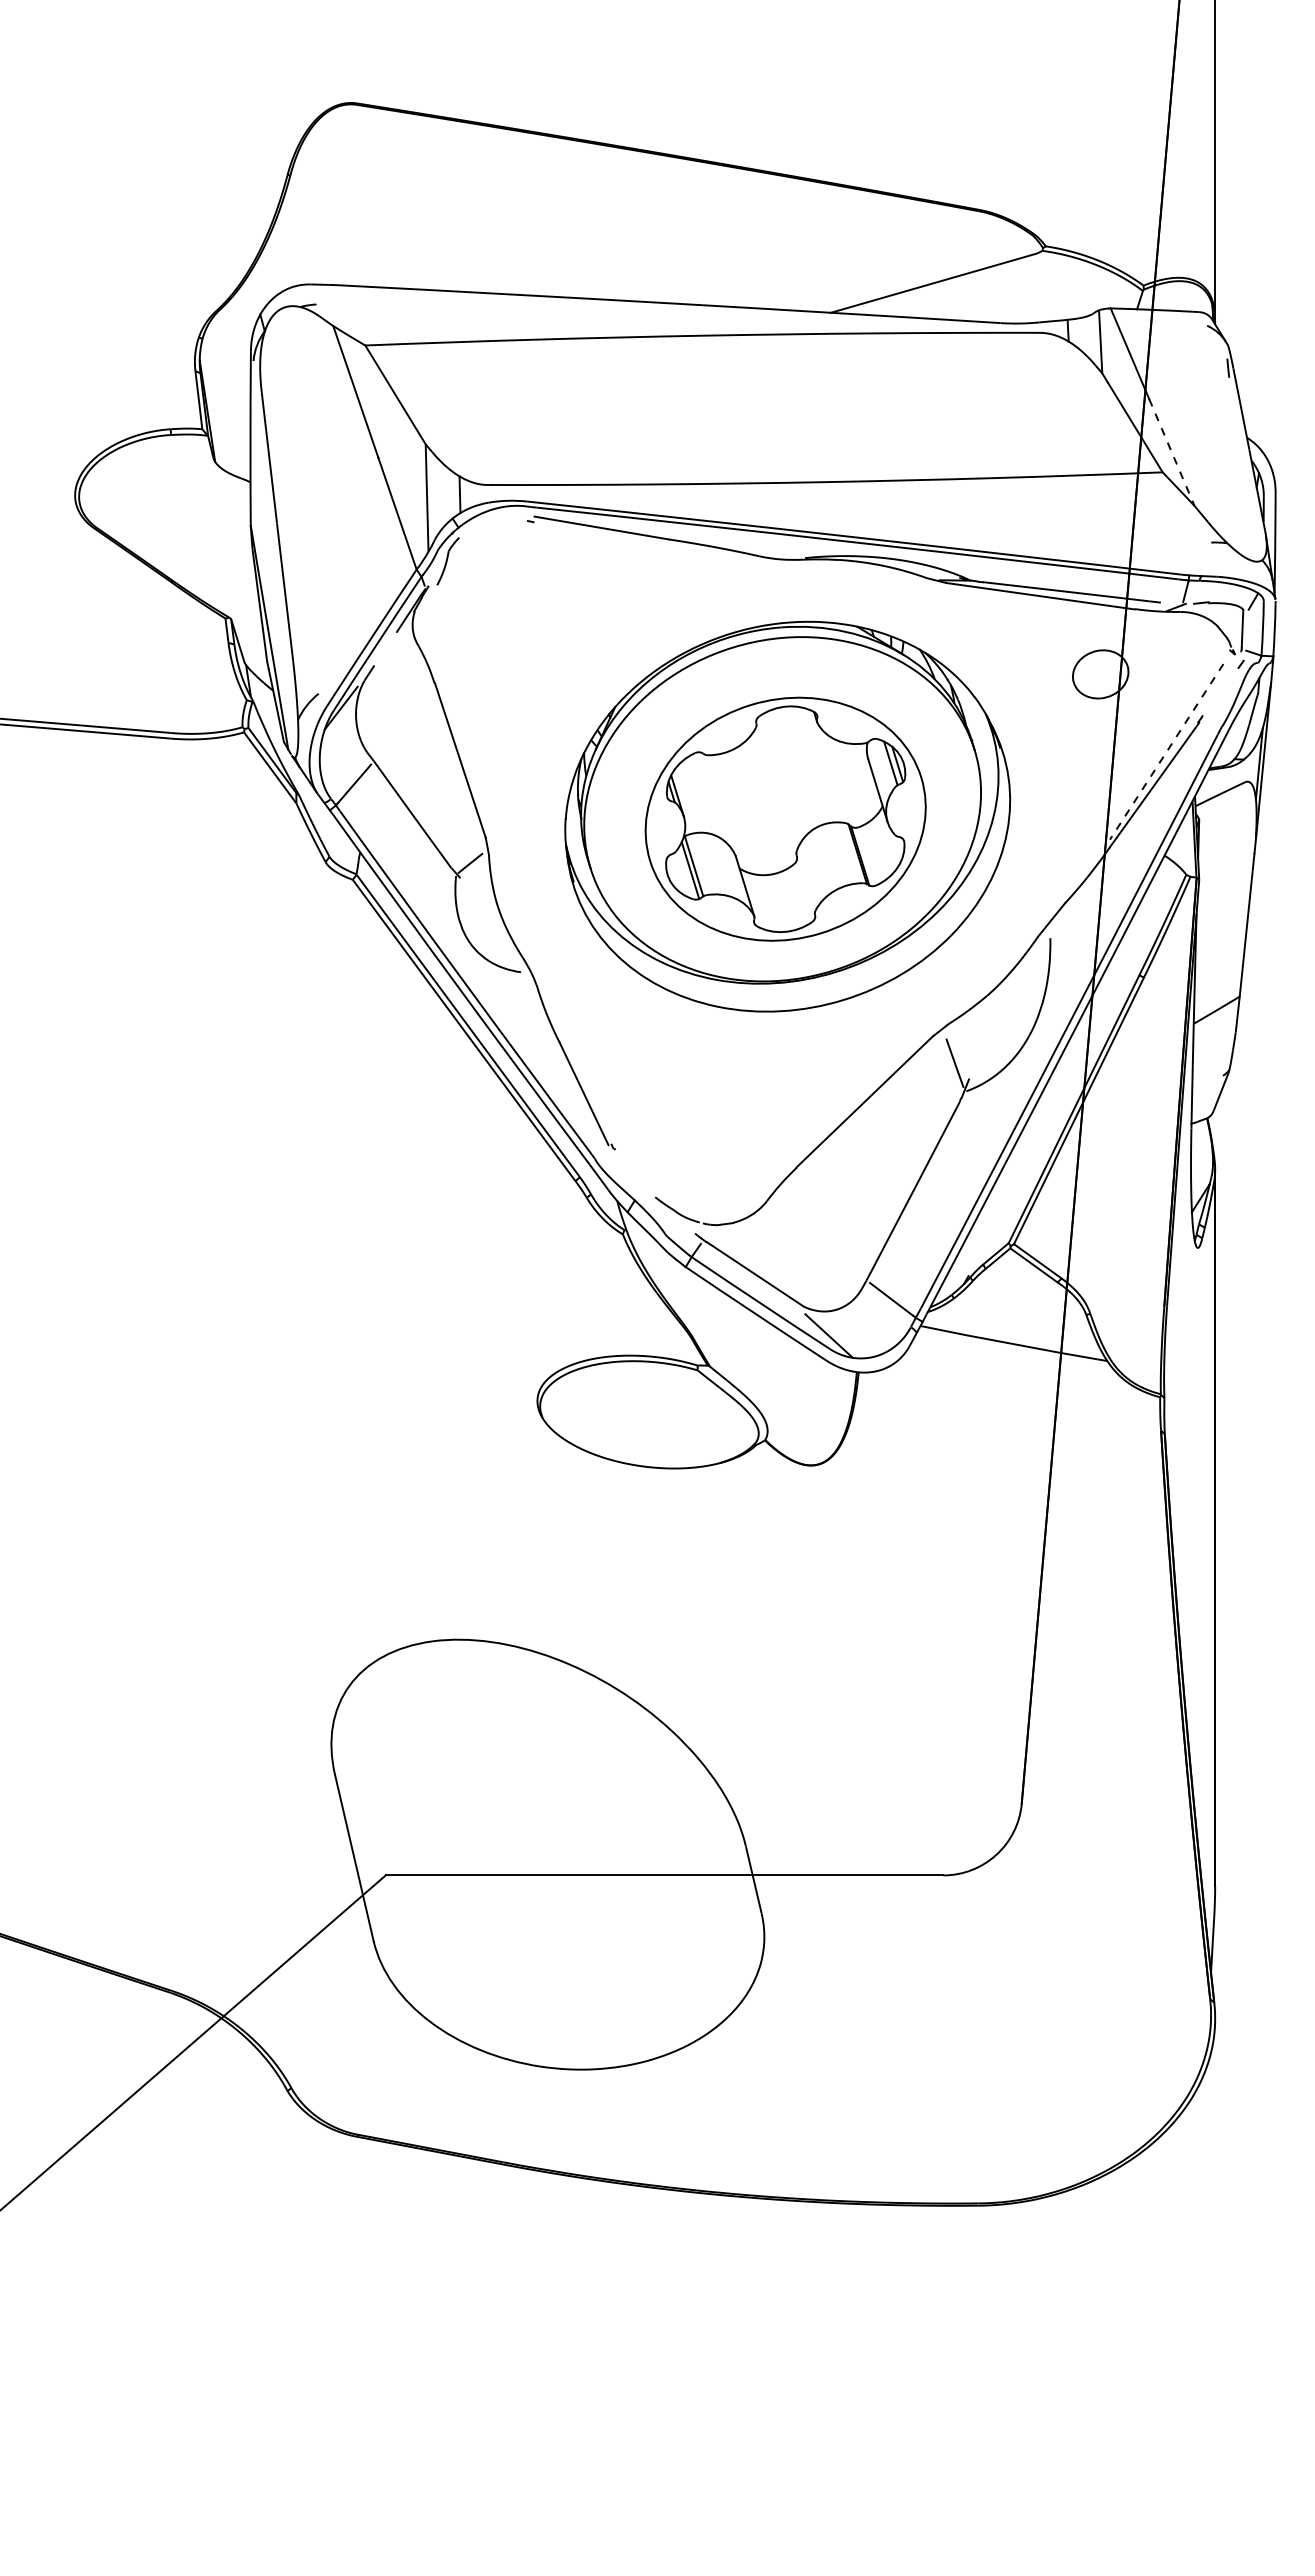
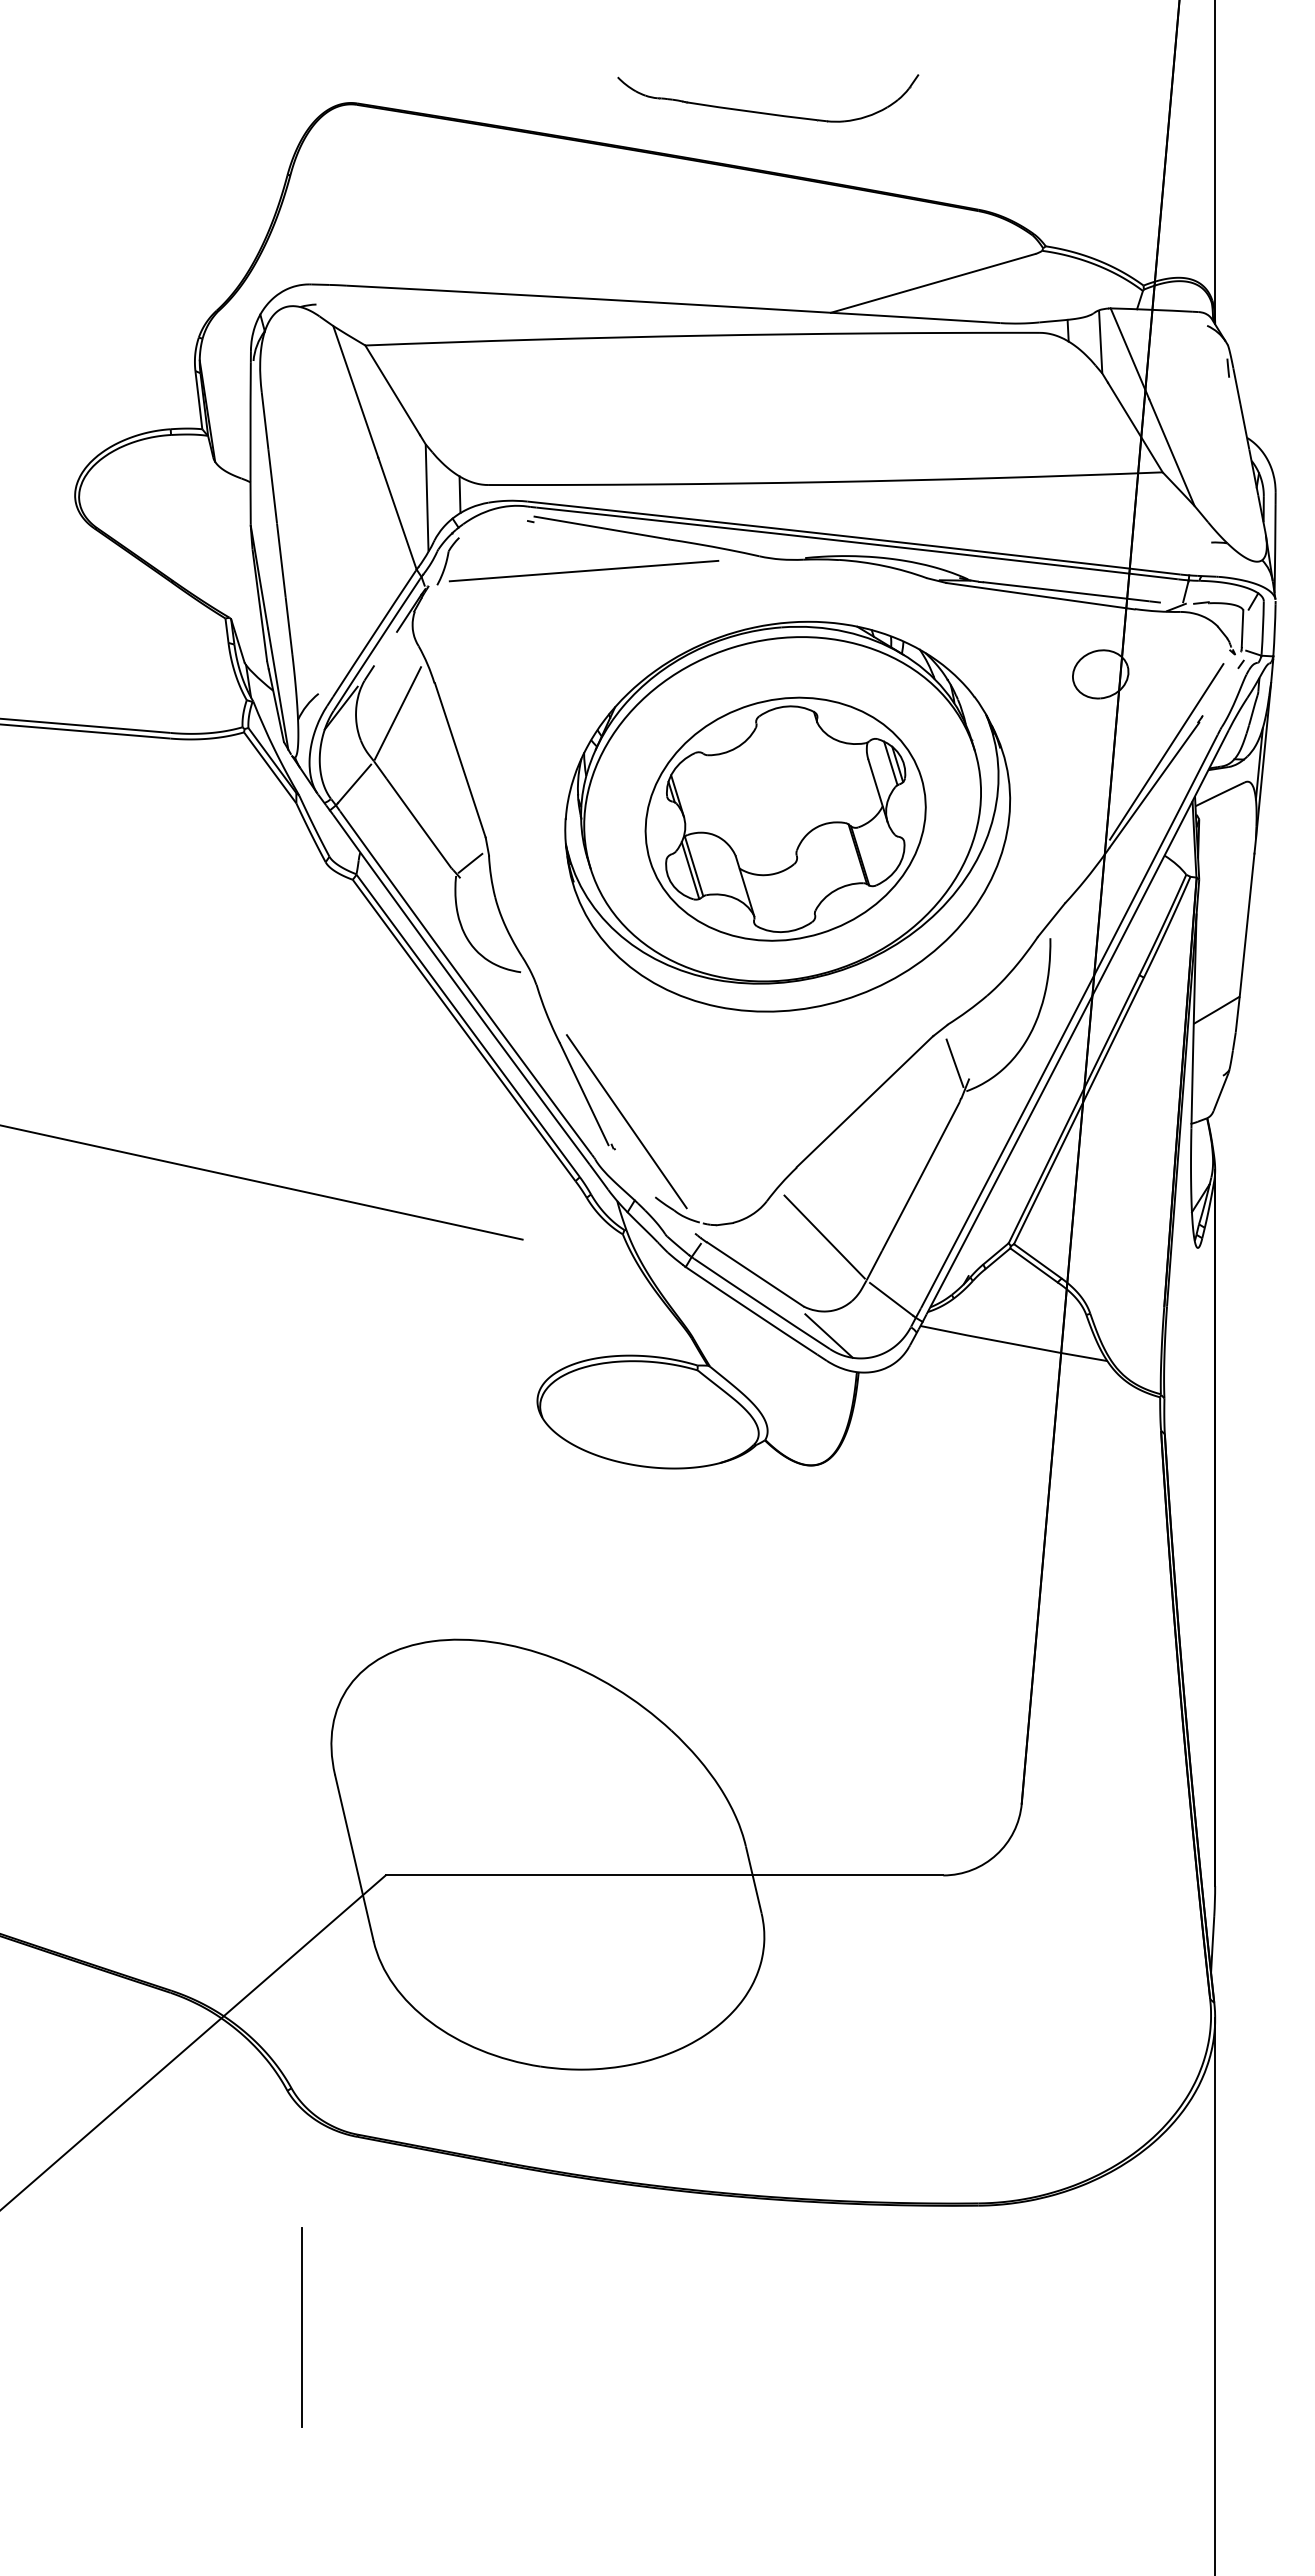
part at (766, 112): none -> present
line at (1172, 453): dashed -> solid
line at (583, 570): none -> present
line at (397, 713): none -> present
line at (1166, 751): dashed -> solid
line at (626, 1121): none -> present
line at (262, 1182): none -> present
line at (824, 1236): none -> present
line at (1215, 2294): none -> present
line at (301, 2327): none -> present
